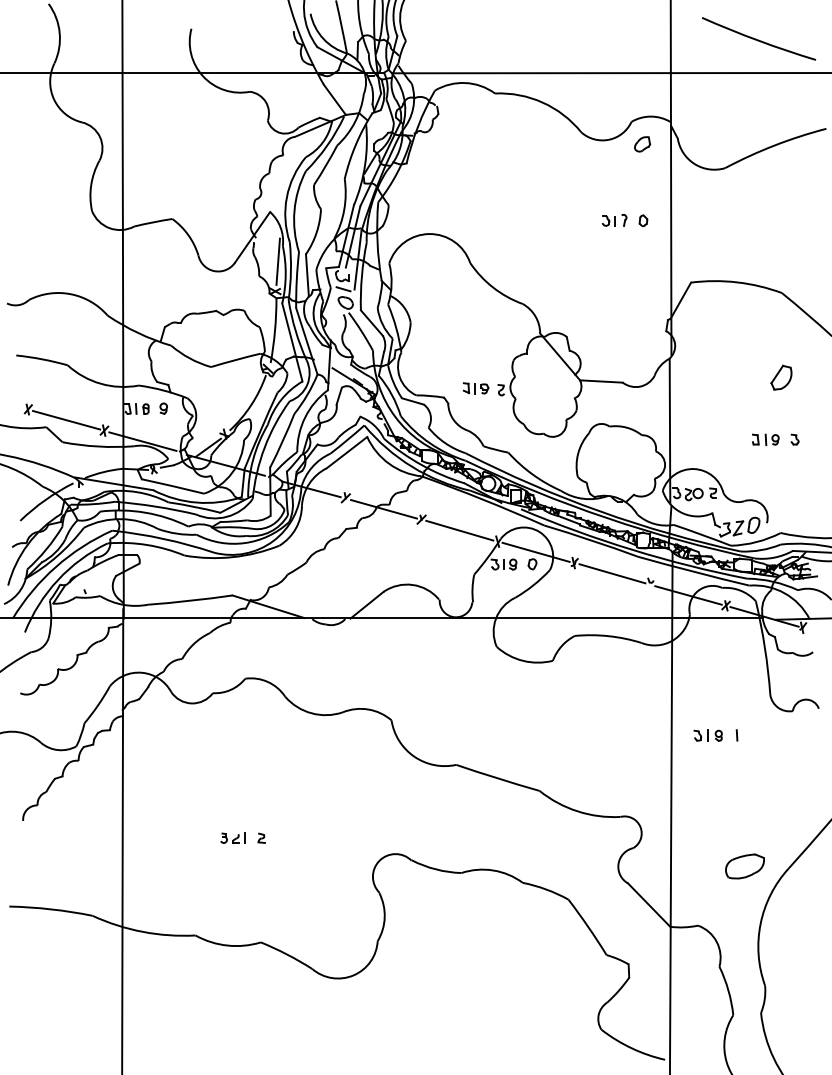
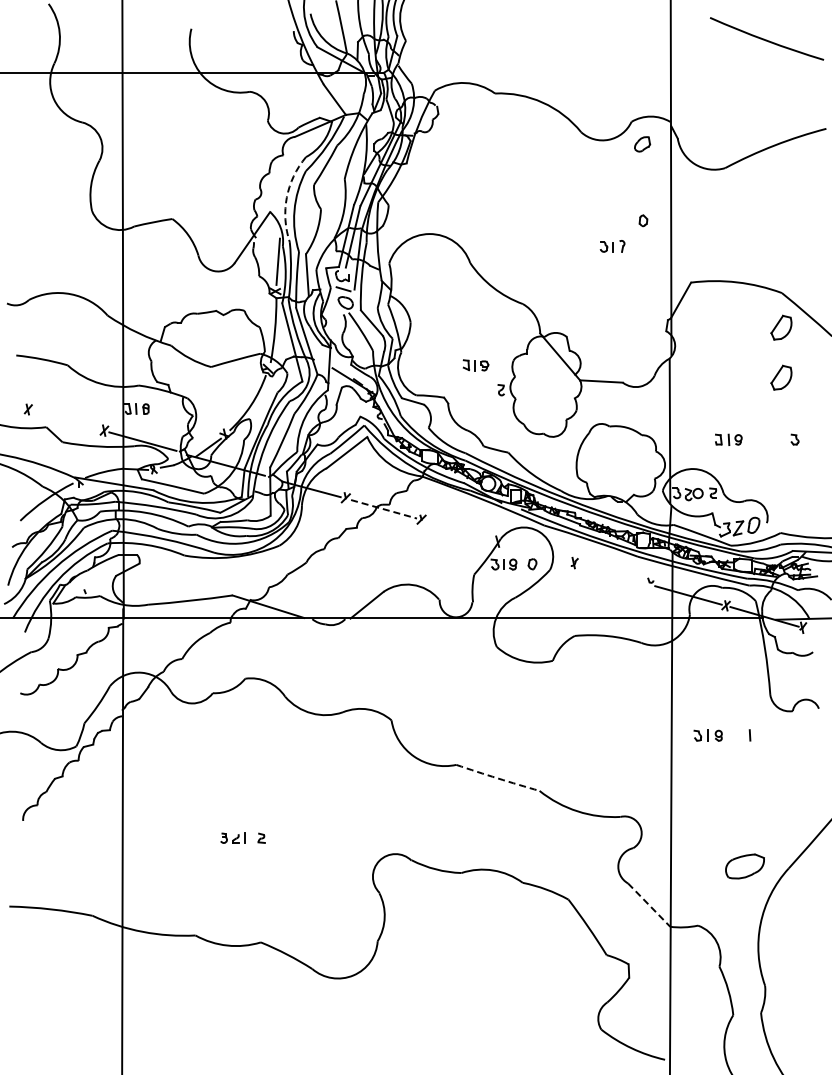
arc at (758, 39) position: (758, 39) -> (766, 39)
line at (610, 73): present -> none
arc at (286, 197): solid -> dashed
part at (614, 220) position: (614, 220) -> (612, 246)
part at (781, 327): none -> present
part at (475, 388) position: (475, 388) -> (475, 365)
part at (163, 408): present -> none
line at (66, 420): present -> none
part at (765, 439) position: (765, 439) -> (728, 439)
line at (384, 509): solid -> dashed
line at (459, 530): present -> none
line at (535, 551): present -> none
line at (612, 573): present -> none
line at (736, 735) position: (736, 735) -> (749, 735)
arc at (497, 778): solid -> dashed
line at (649, 905): solid -> dashed
